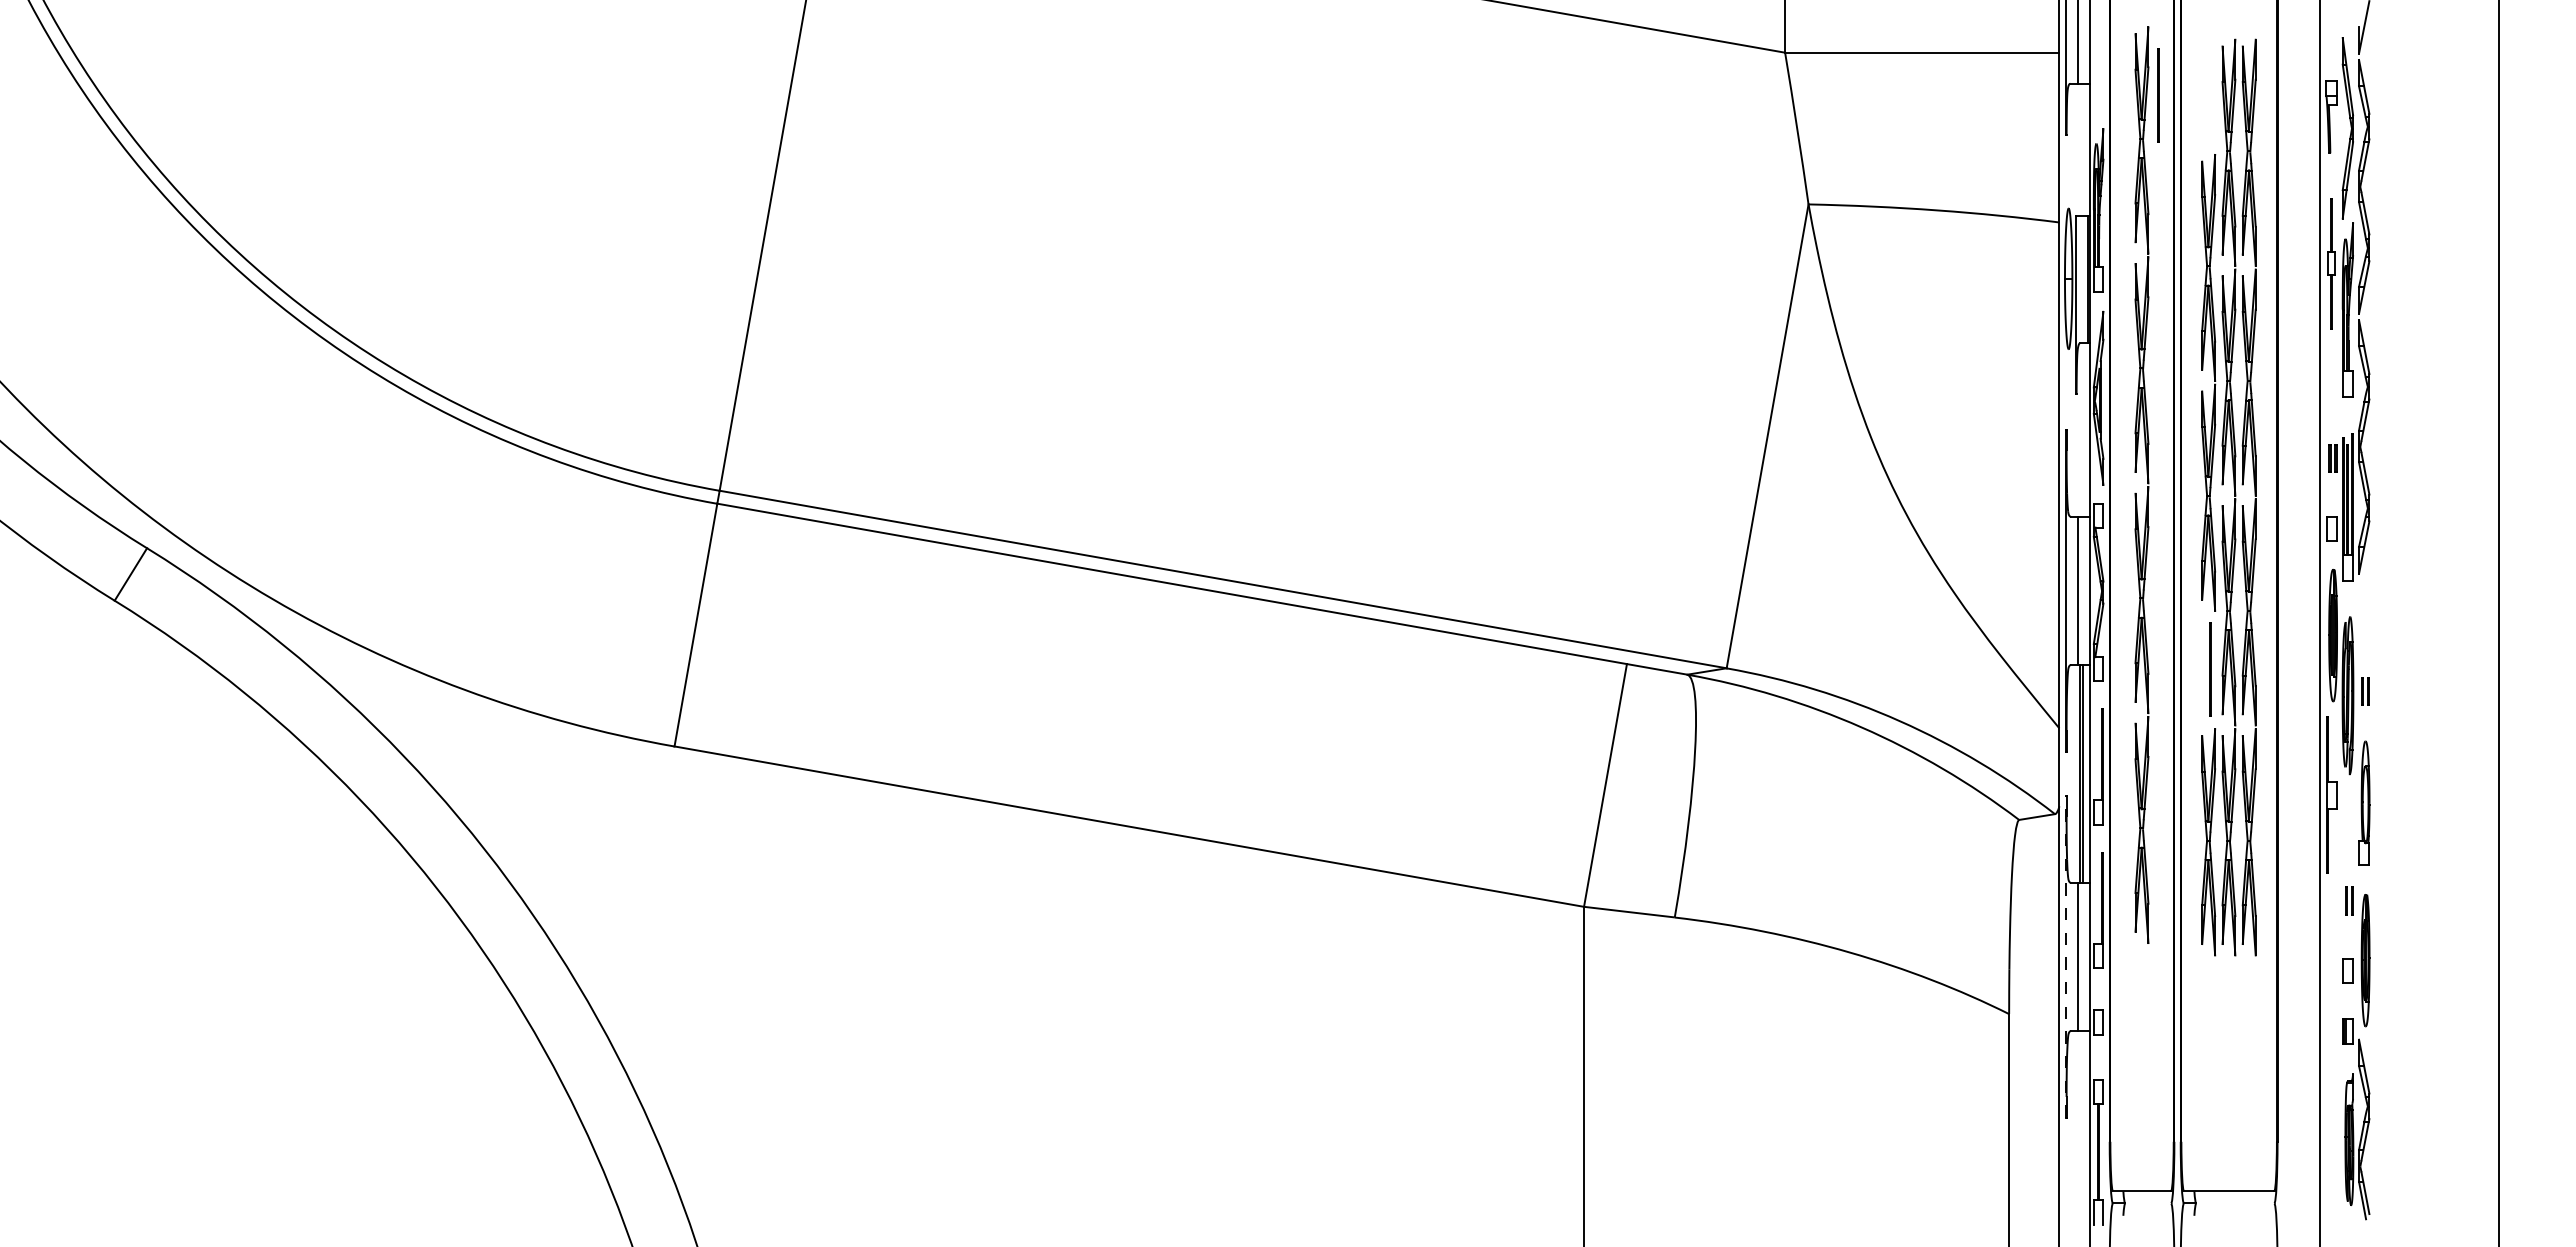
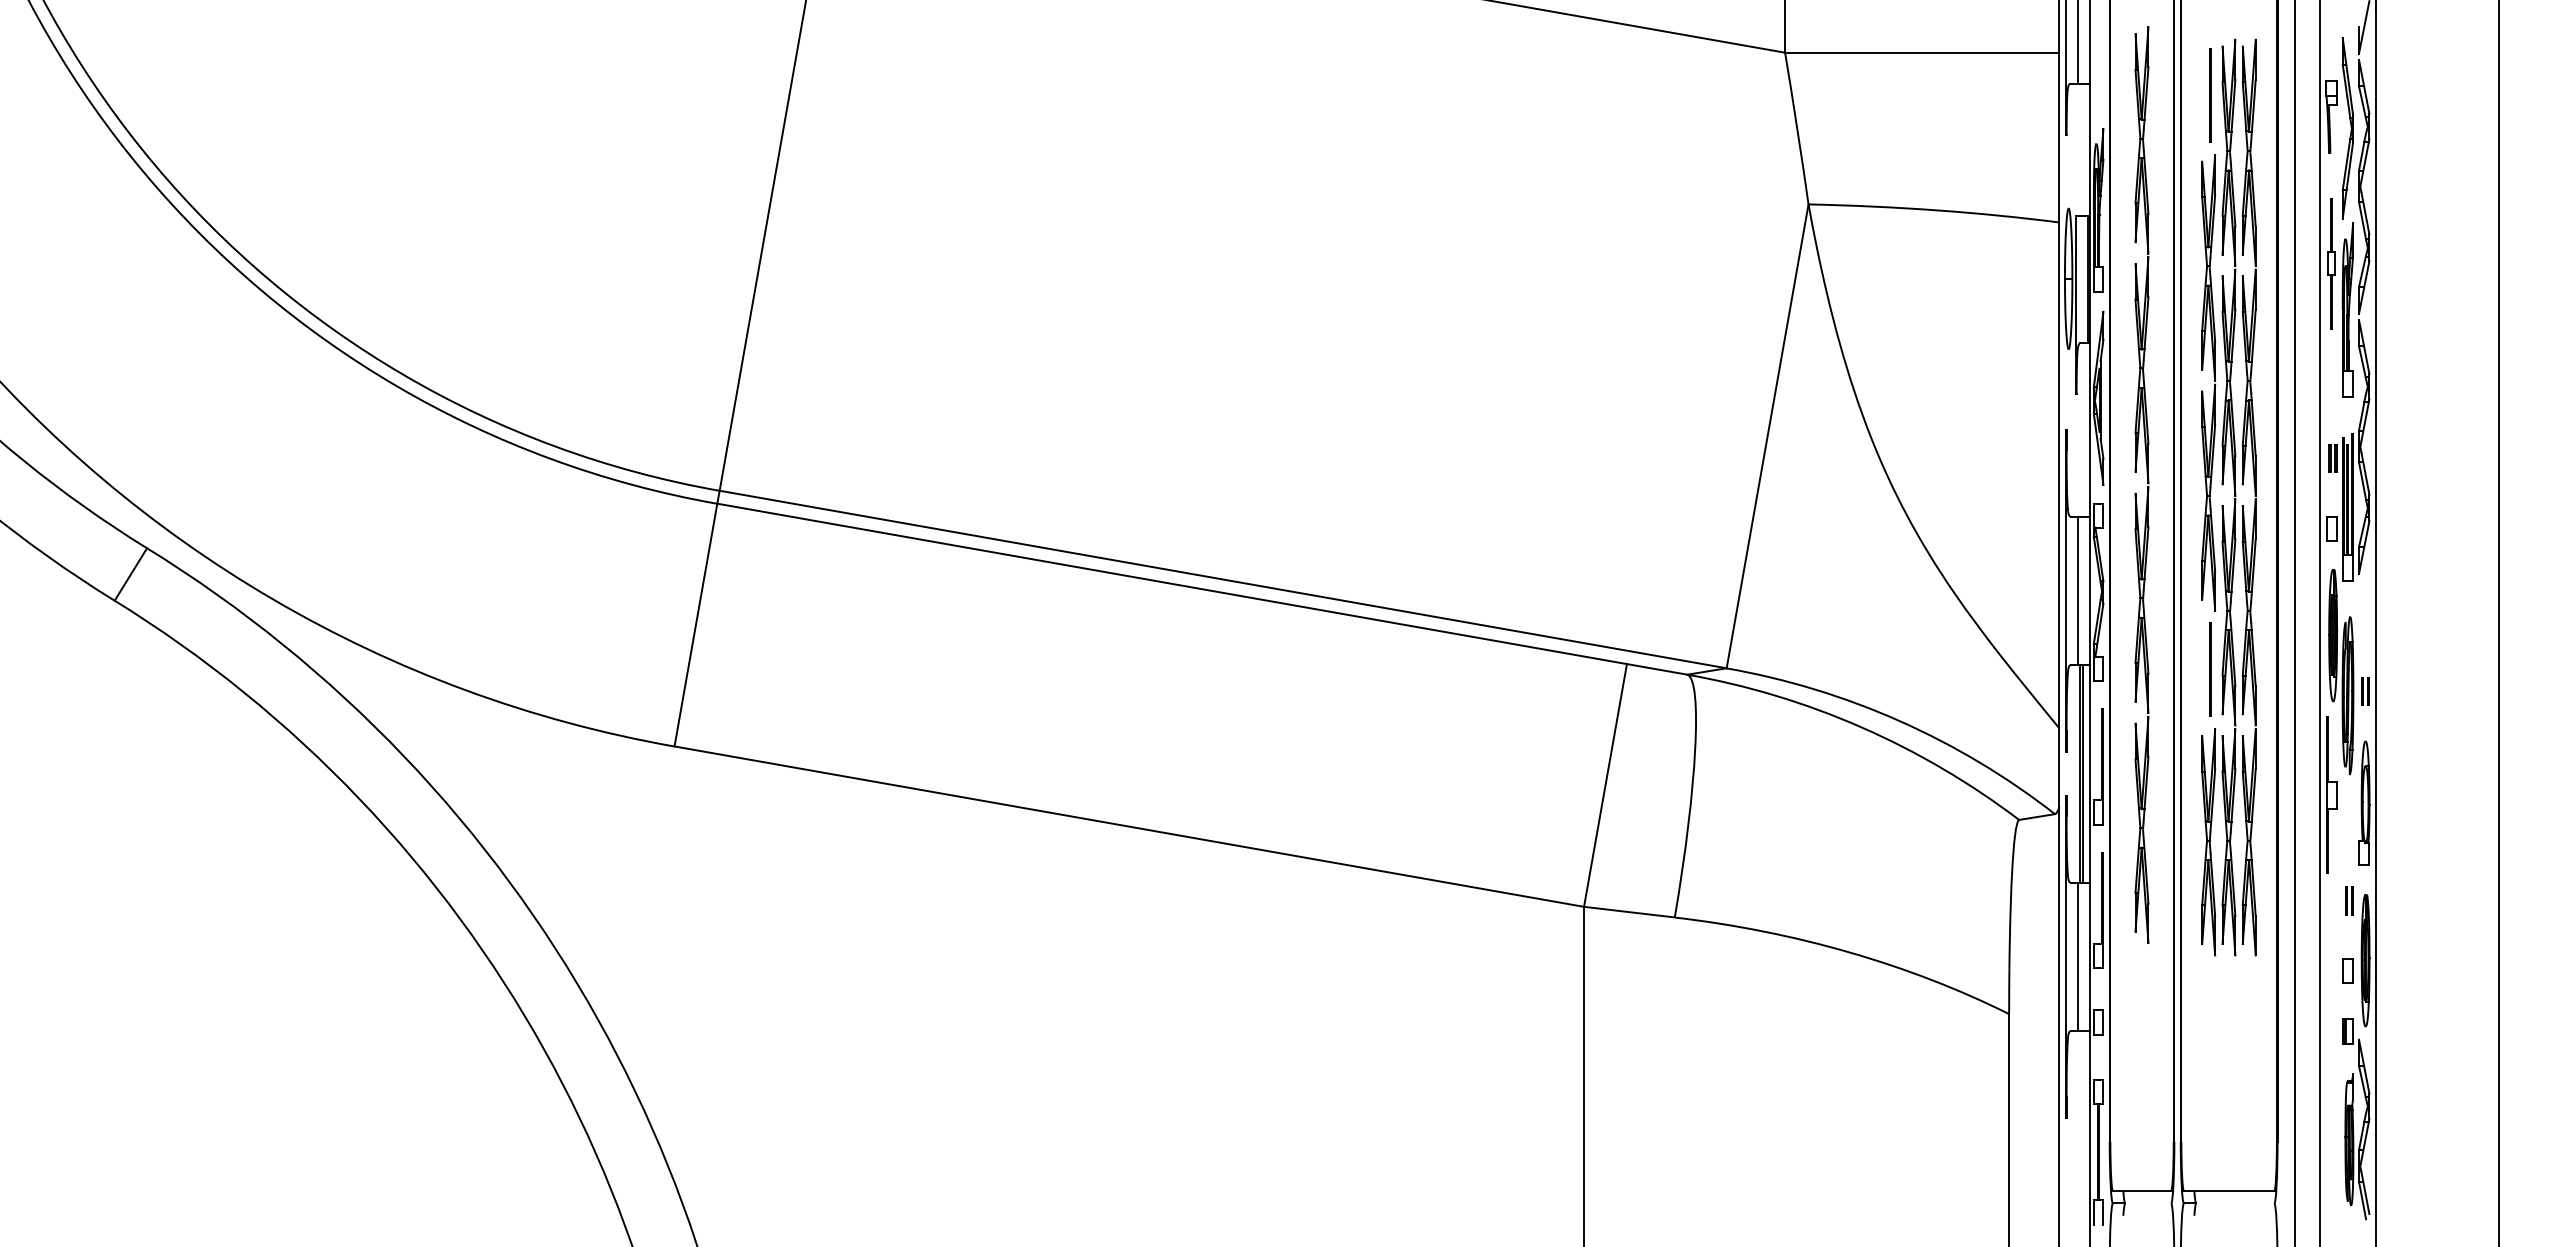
line at (2158, 95) position: (2158, 95) -> (2210, 95)
line at (2295, 622): none -> present
line at (2375, 622): none -> present
line at (2065, 957): dashed -> solid
